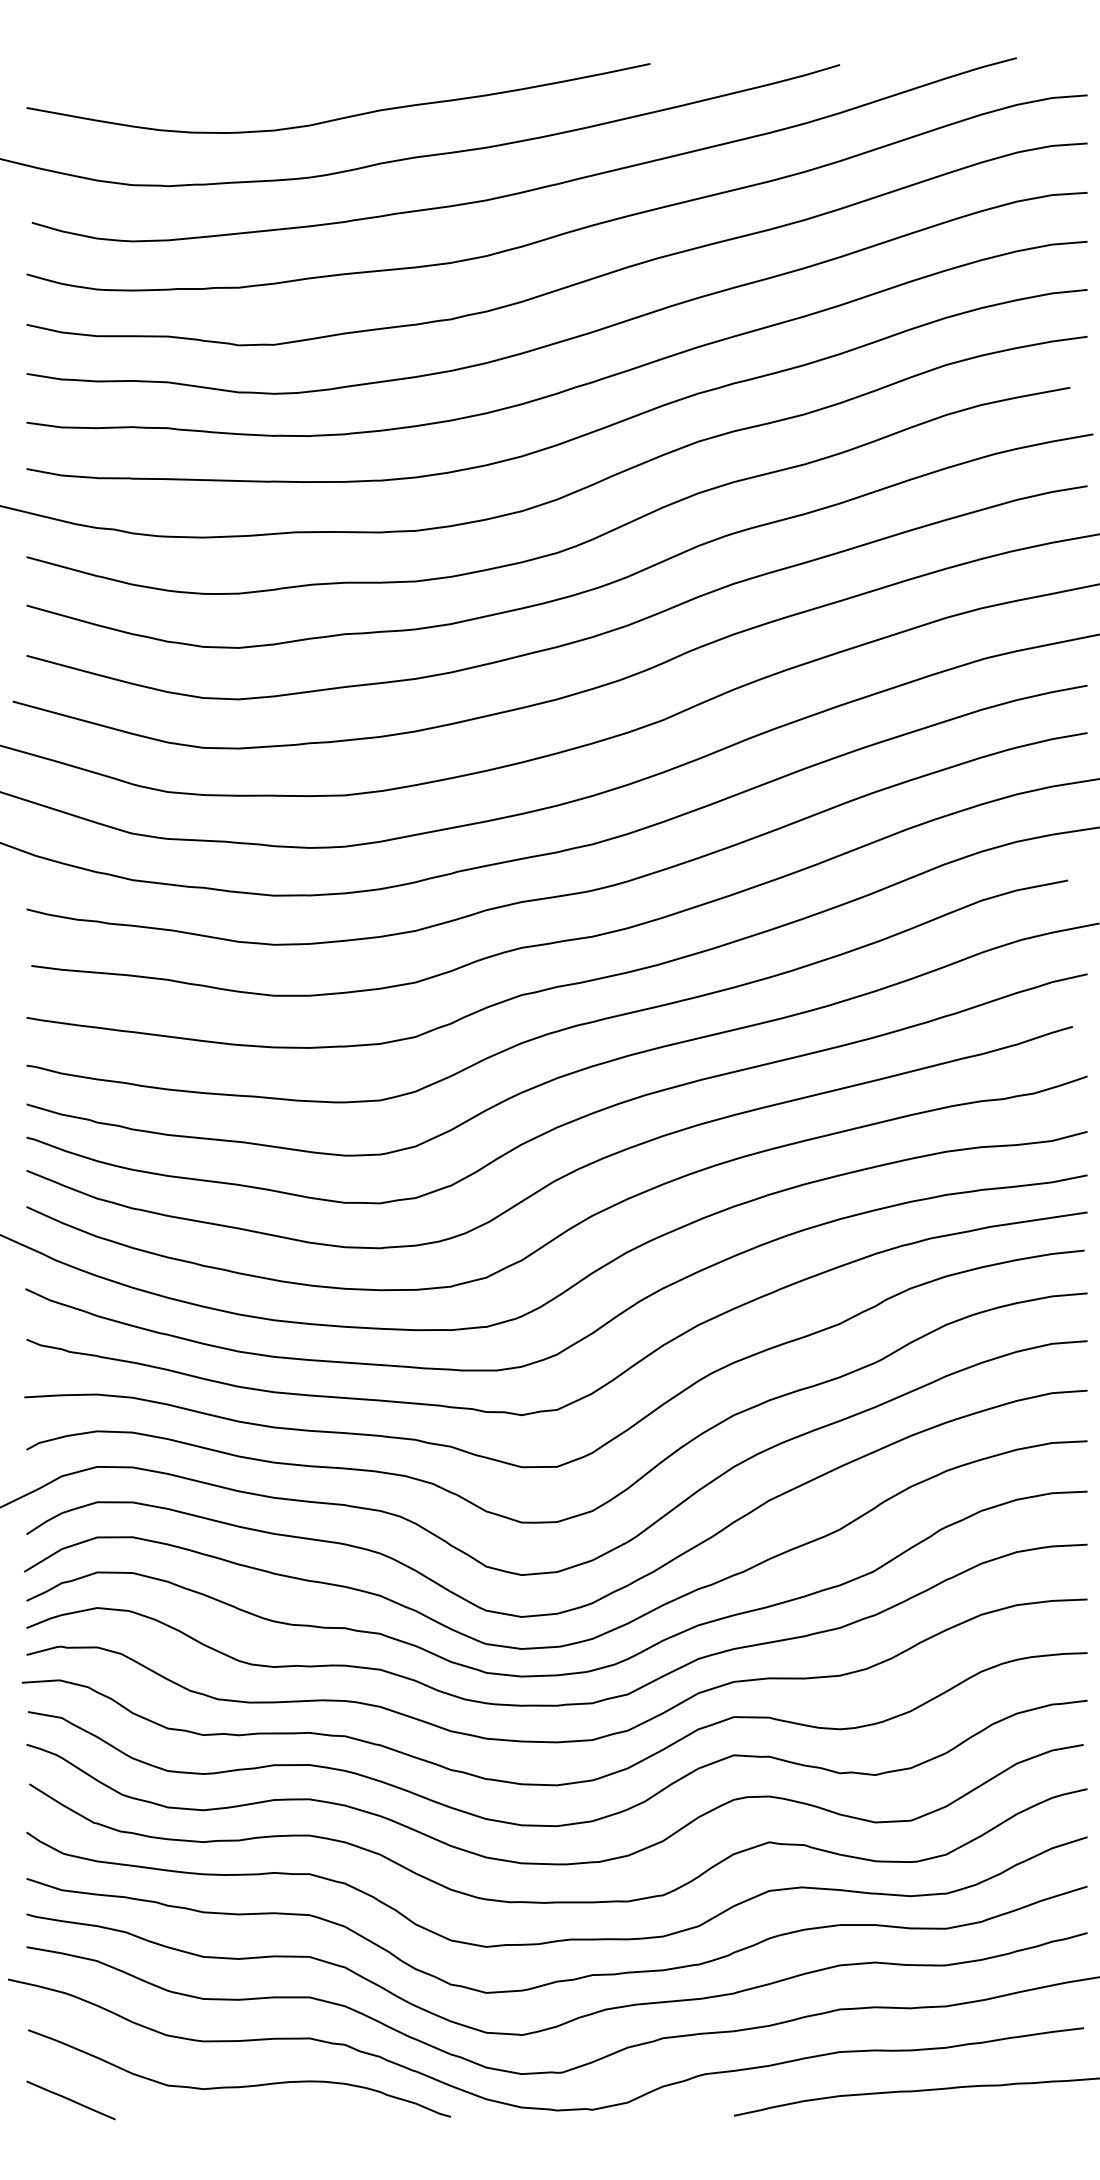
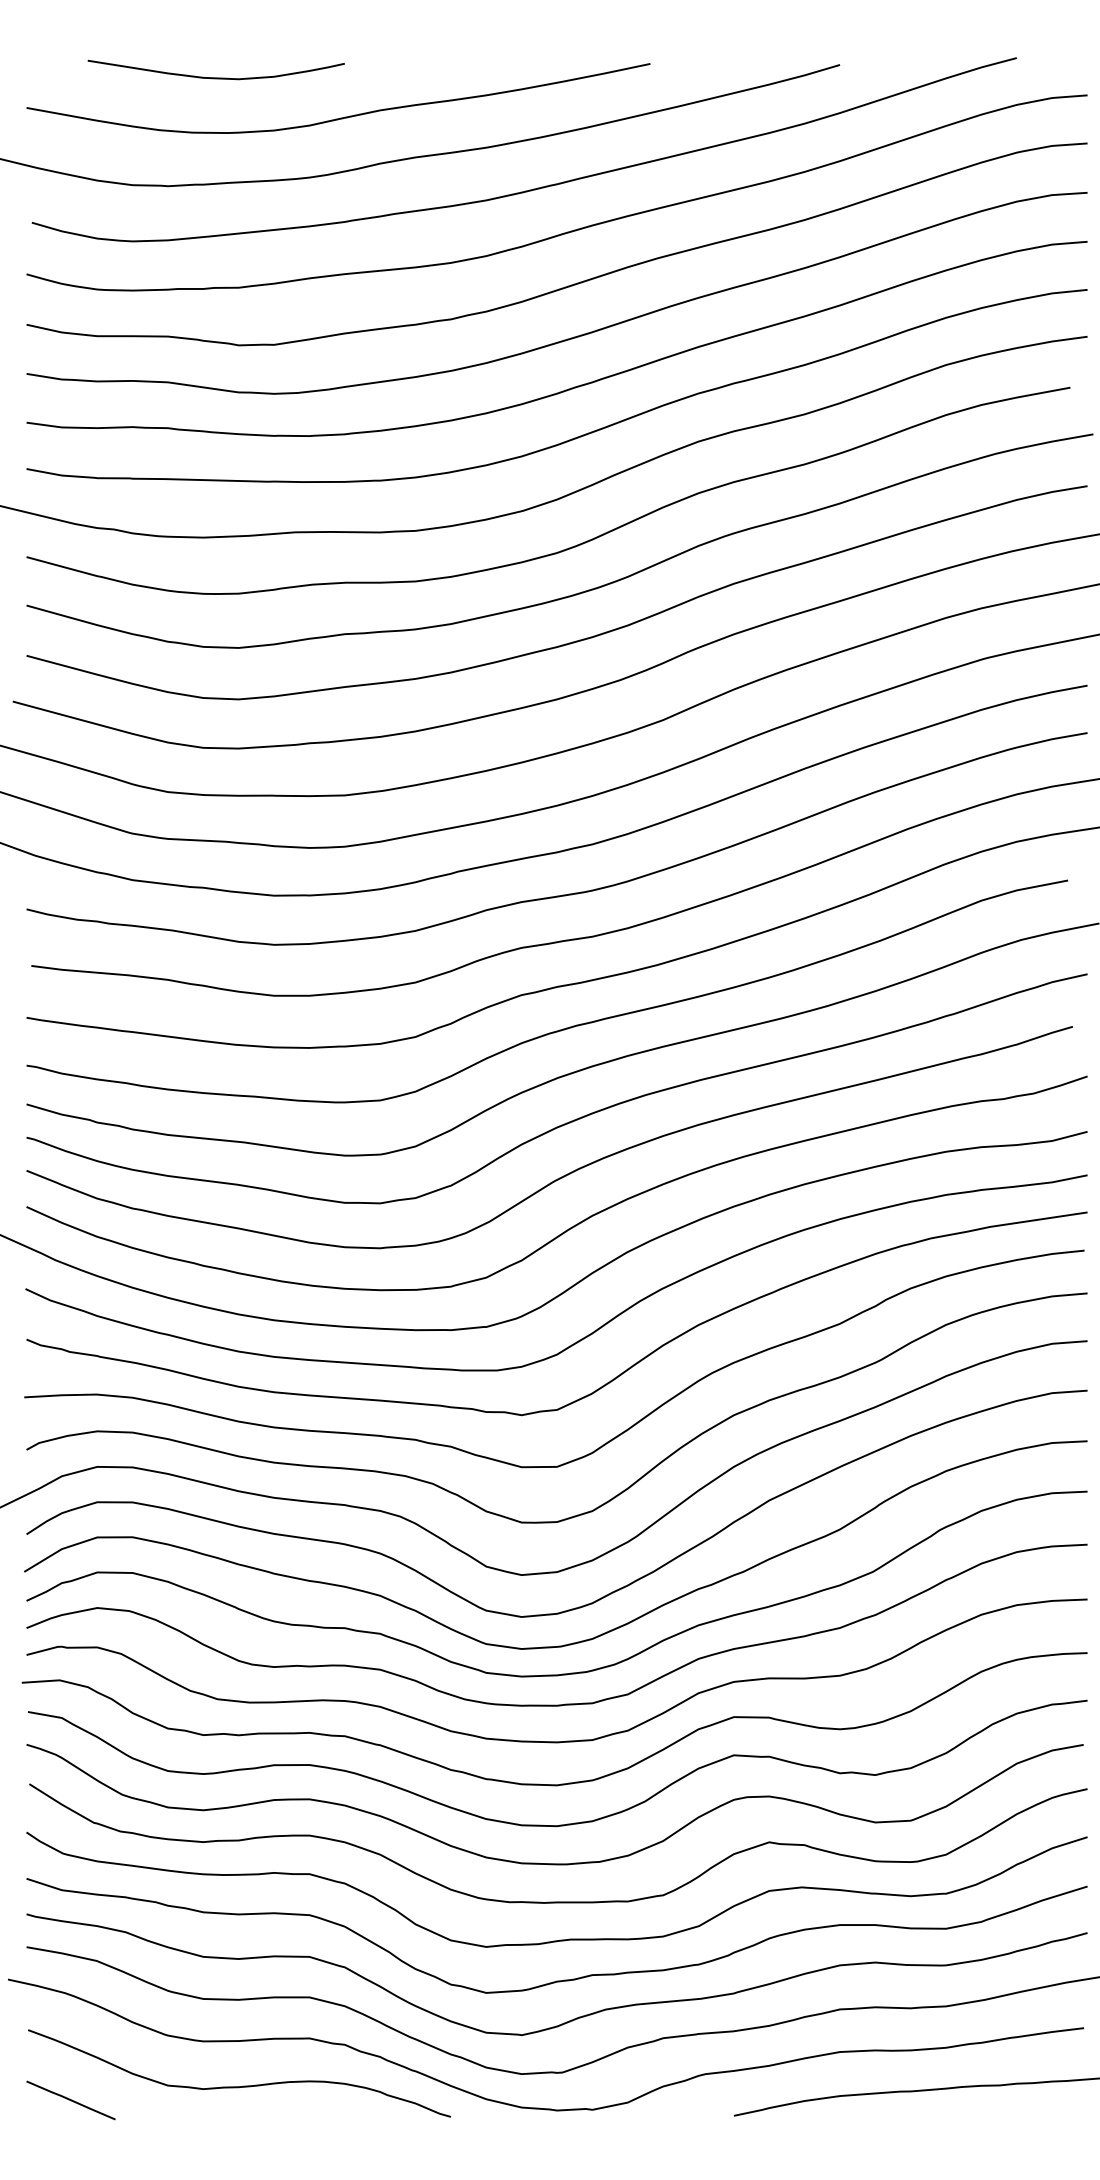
curve at (215, 77): none -> present
